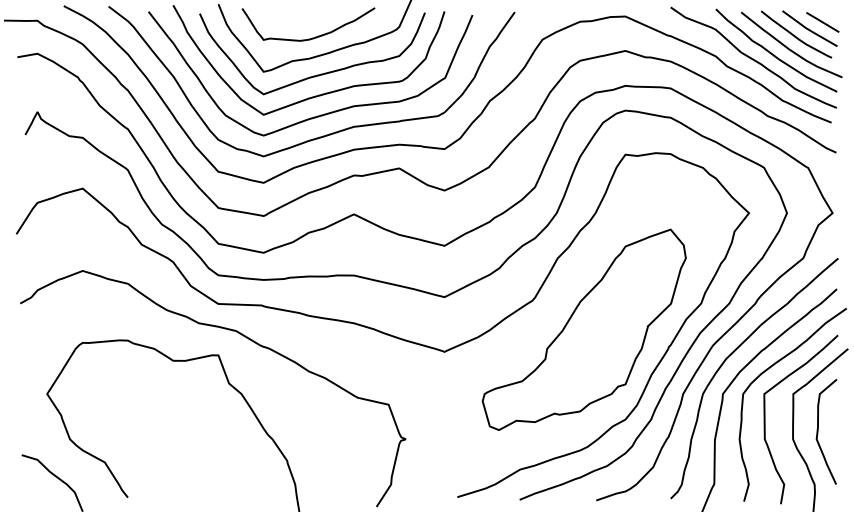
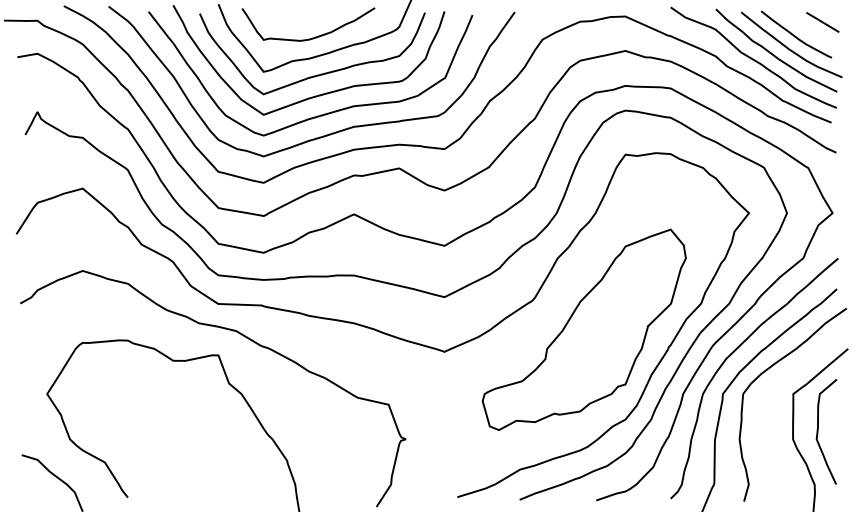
curve at (808, 28): present -> none
curve at (765, 419): present -> none
